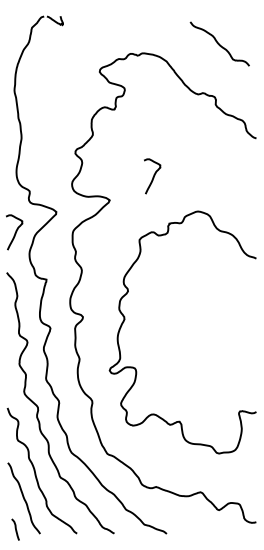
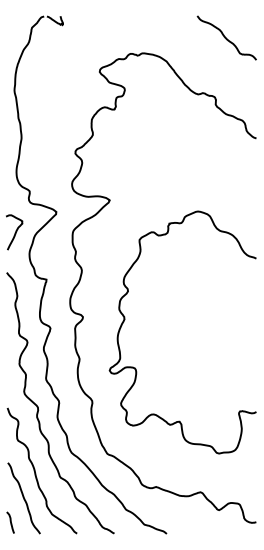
curve at (219, 43) position: (219, 43) -> (226, 37)
curve at (153, 176): present -> none
curve at (15, 529) position: (15, 529) -> (10, 522)
